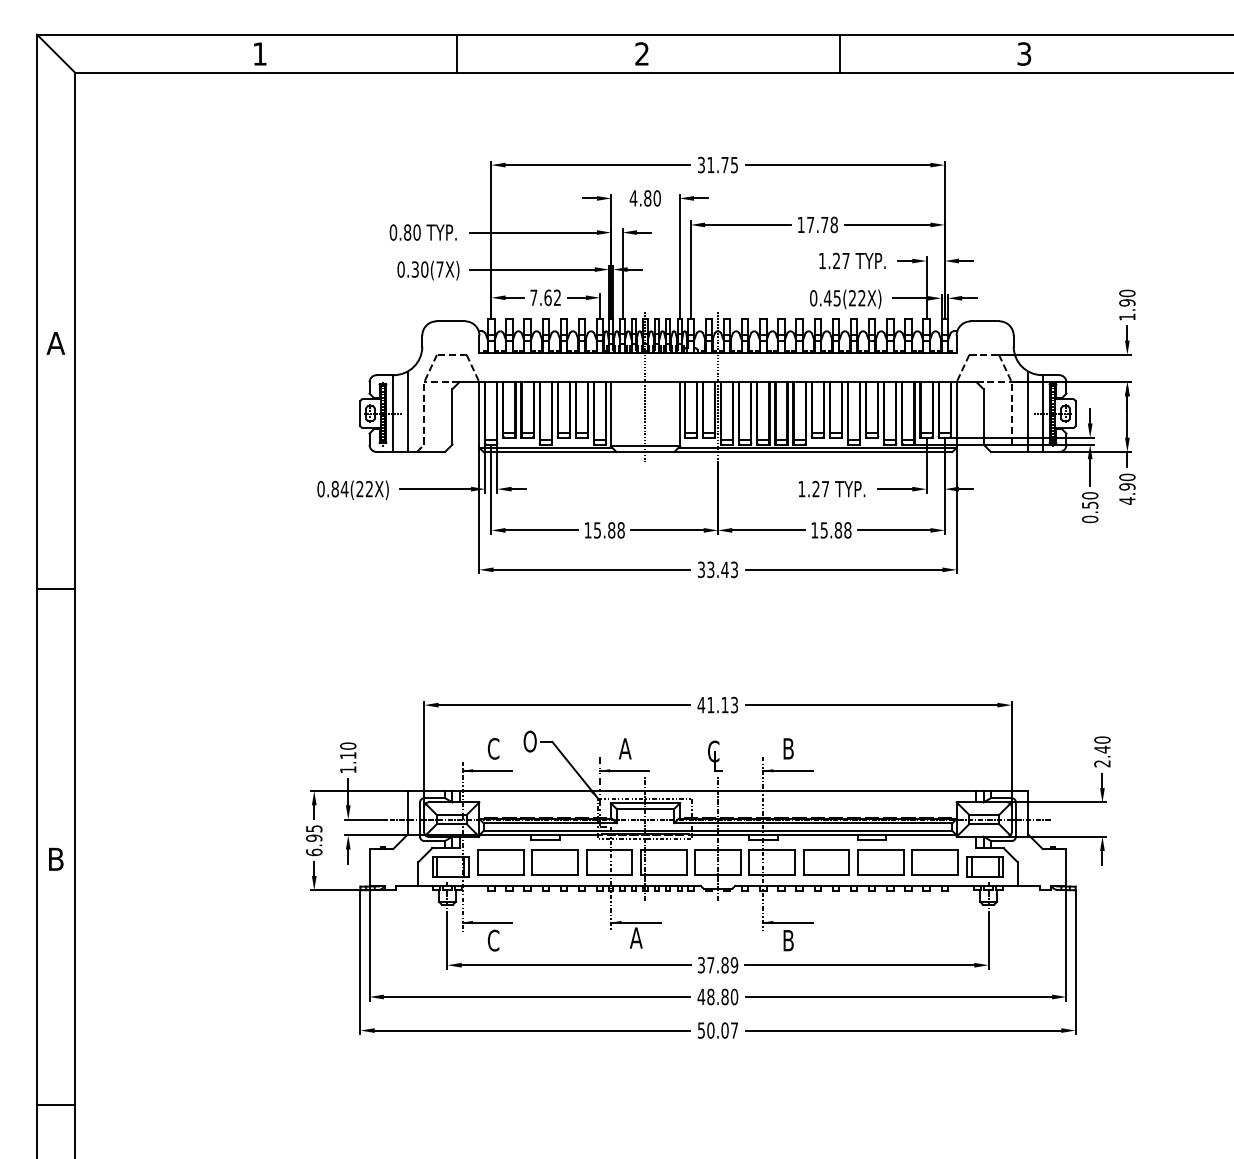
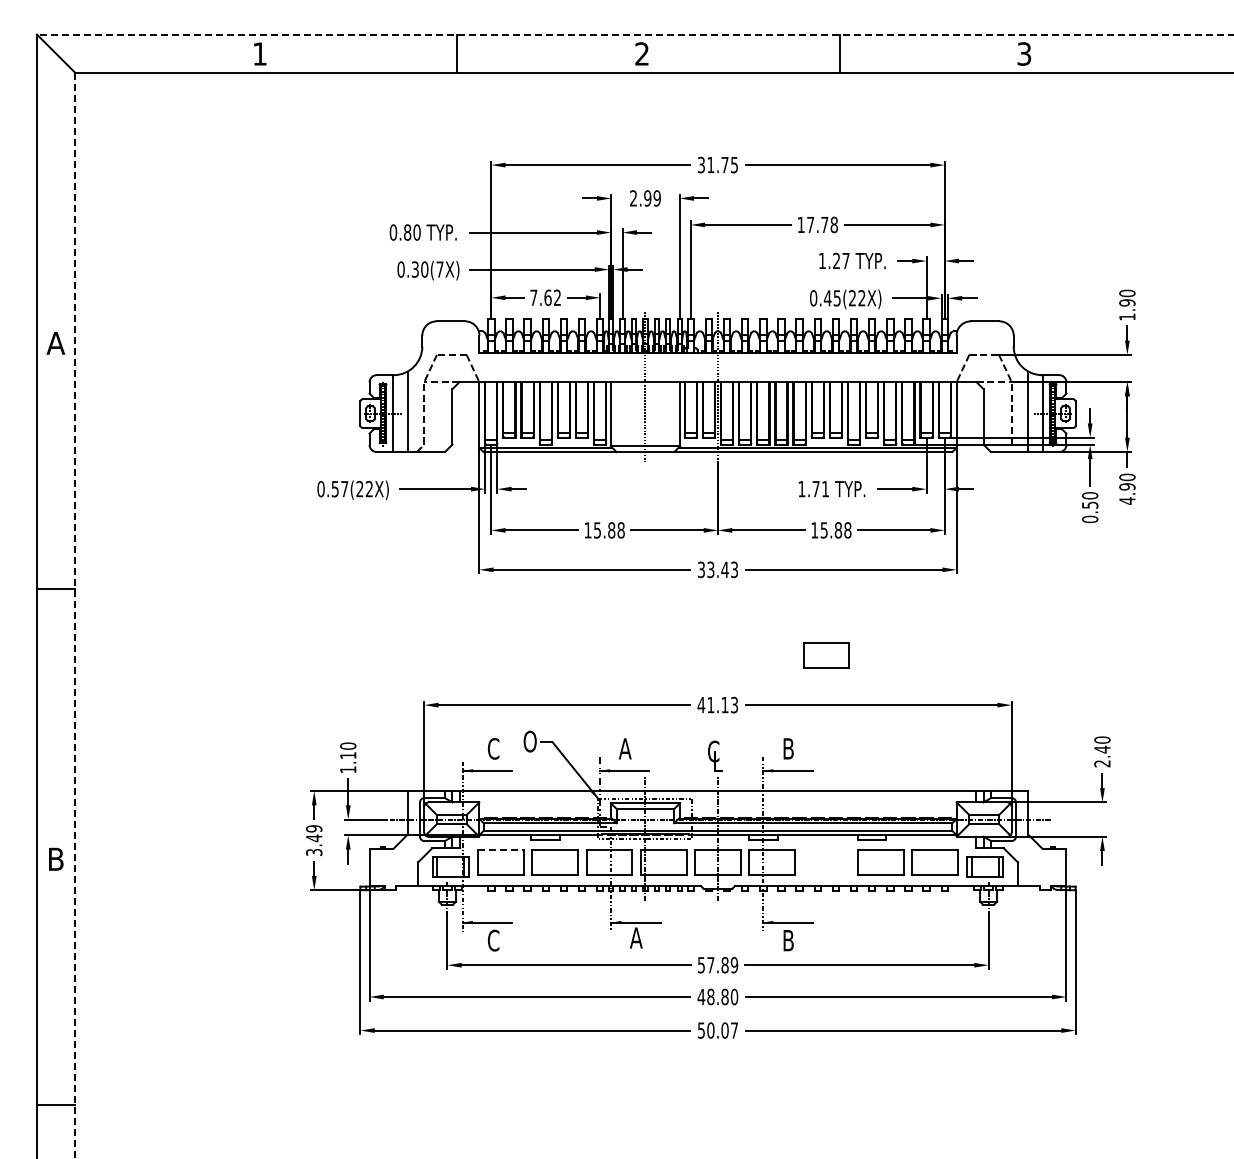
line at (635, 34): solid -> dashed
text at (644, 198): 4.80 -> 2.99
text at (339, 488): 0.84(22X) -> 0.57(22X)
text at (820, 488): 1.27 -> 1.71
line at (75, 615): solid -> dashed
text at (314, 840): 6.95 -> 3.49
line at (500, 849): solid -> dashed
part at (826, 862) position: (826, 862) -> (826, 655)
text at (701, 964): 37.89 -> 57.89
